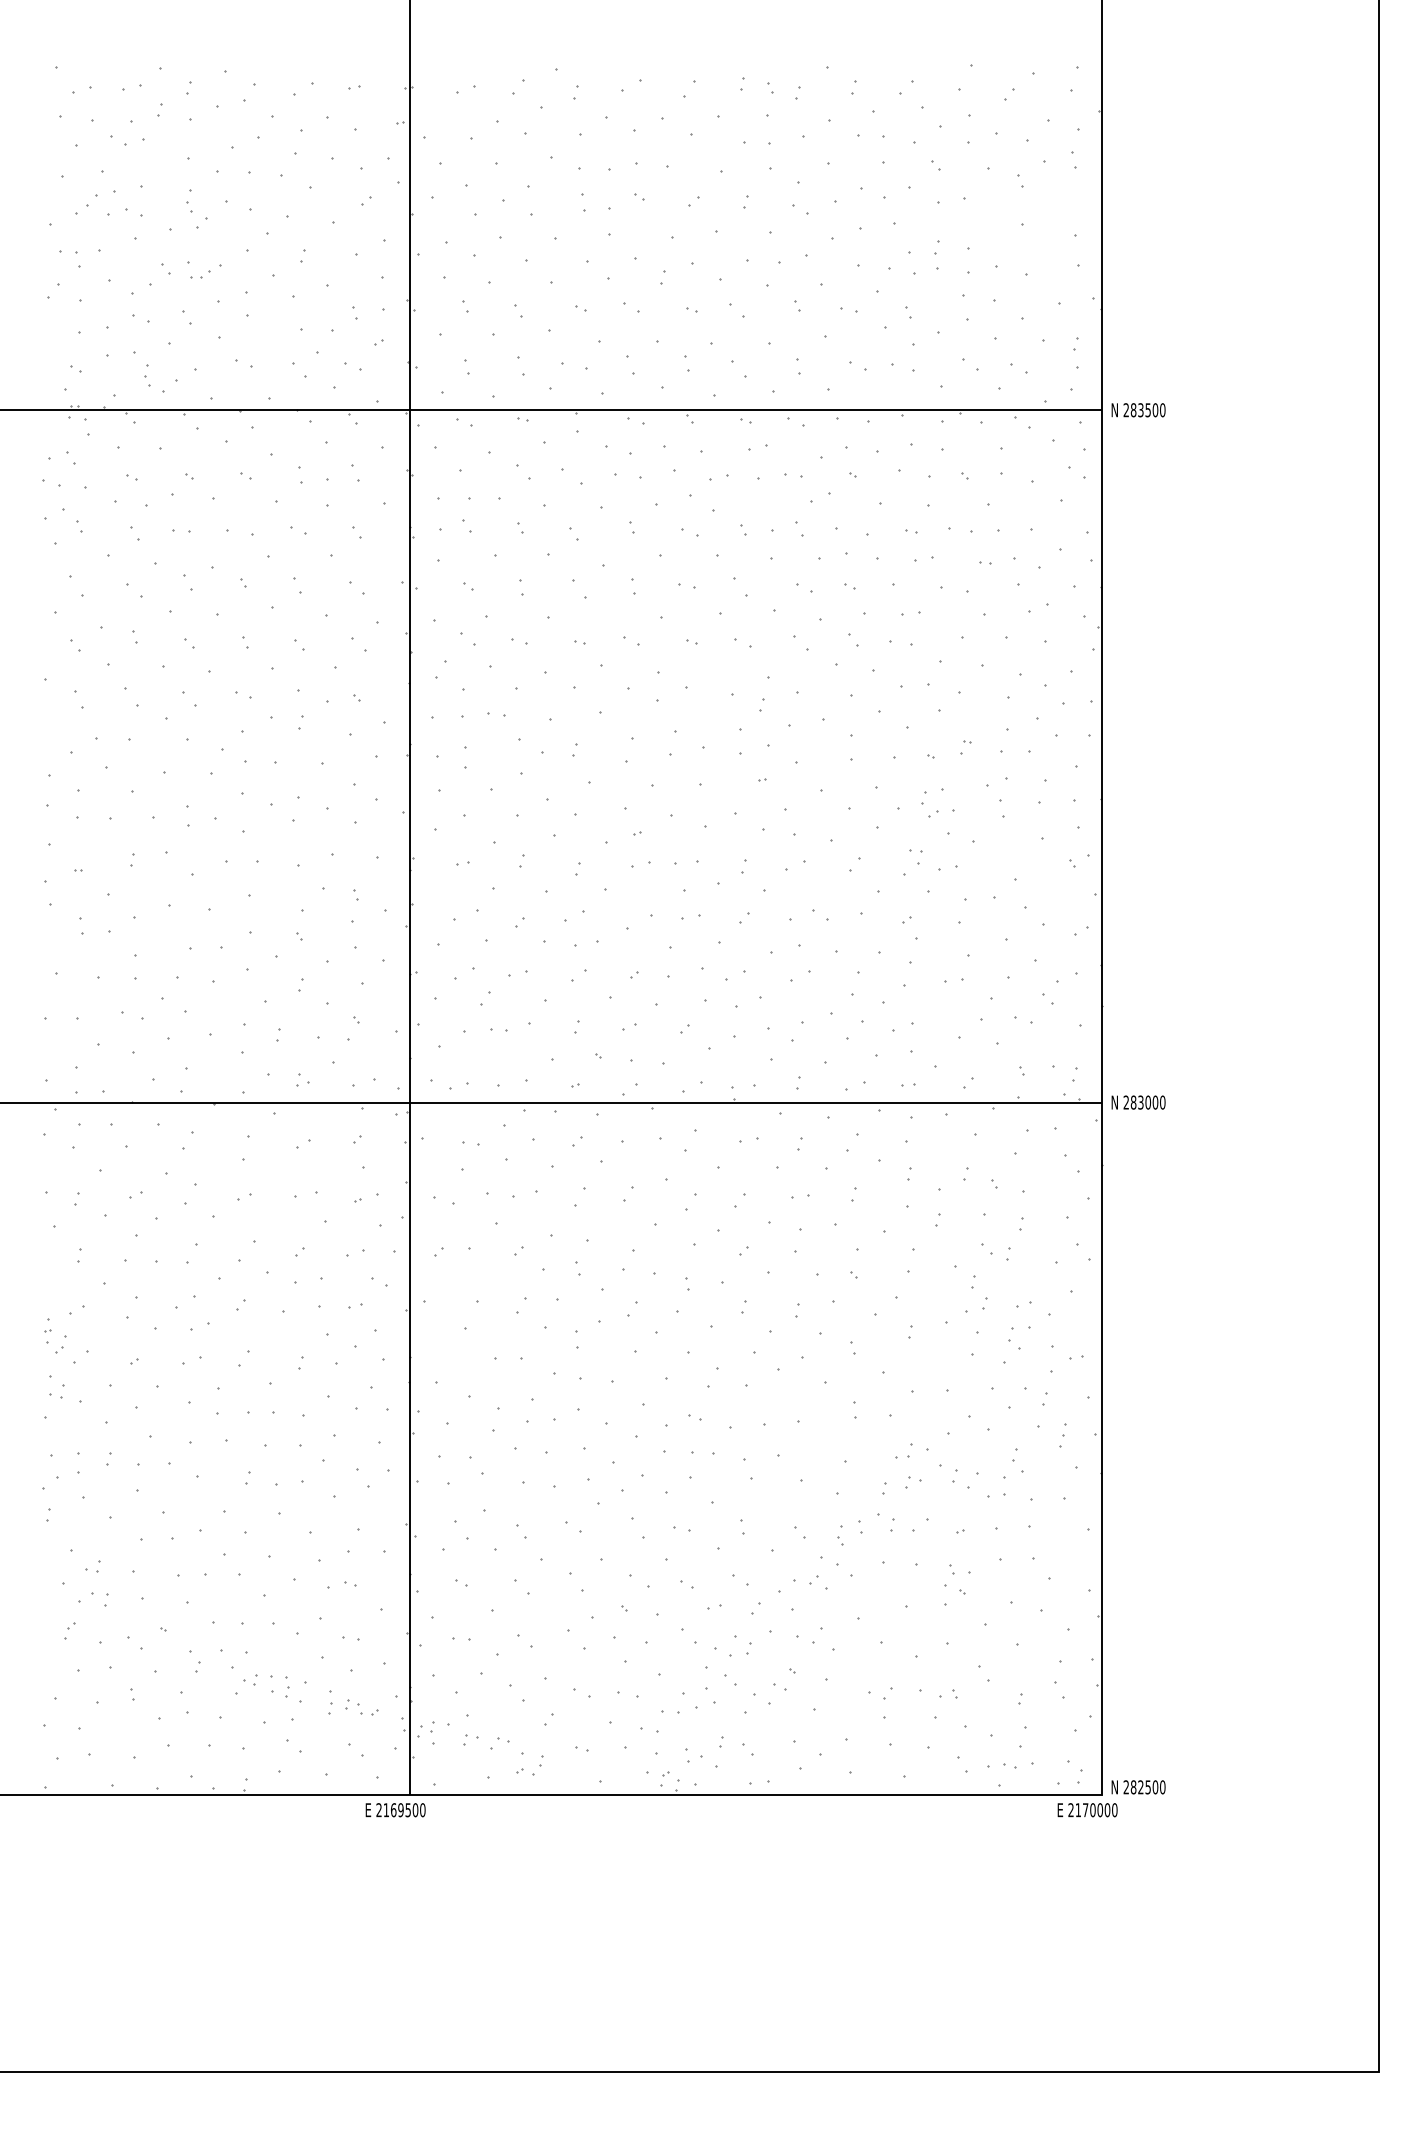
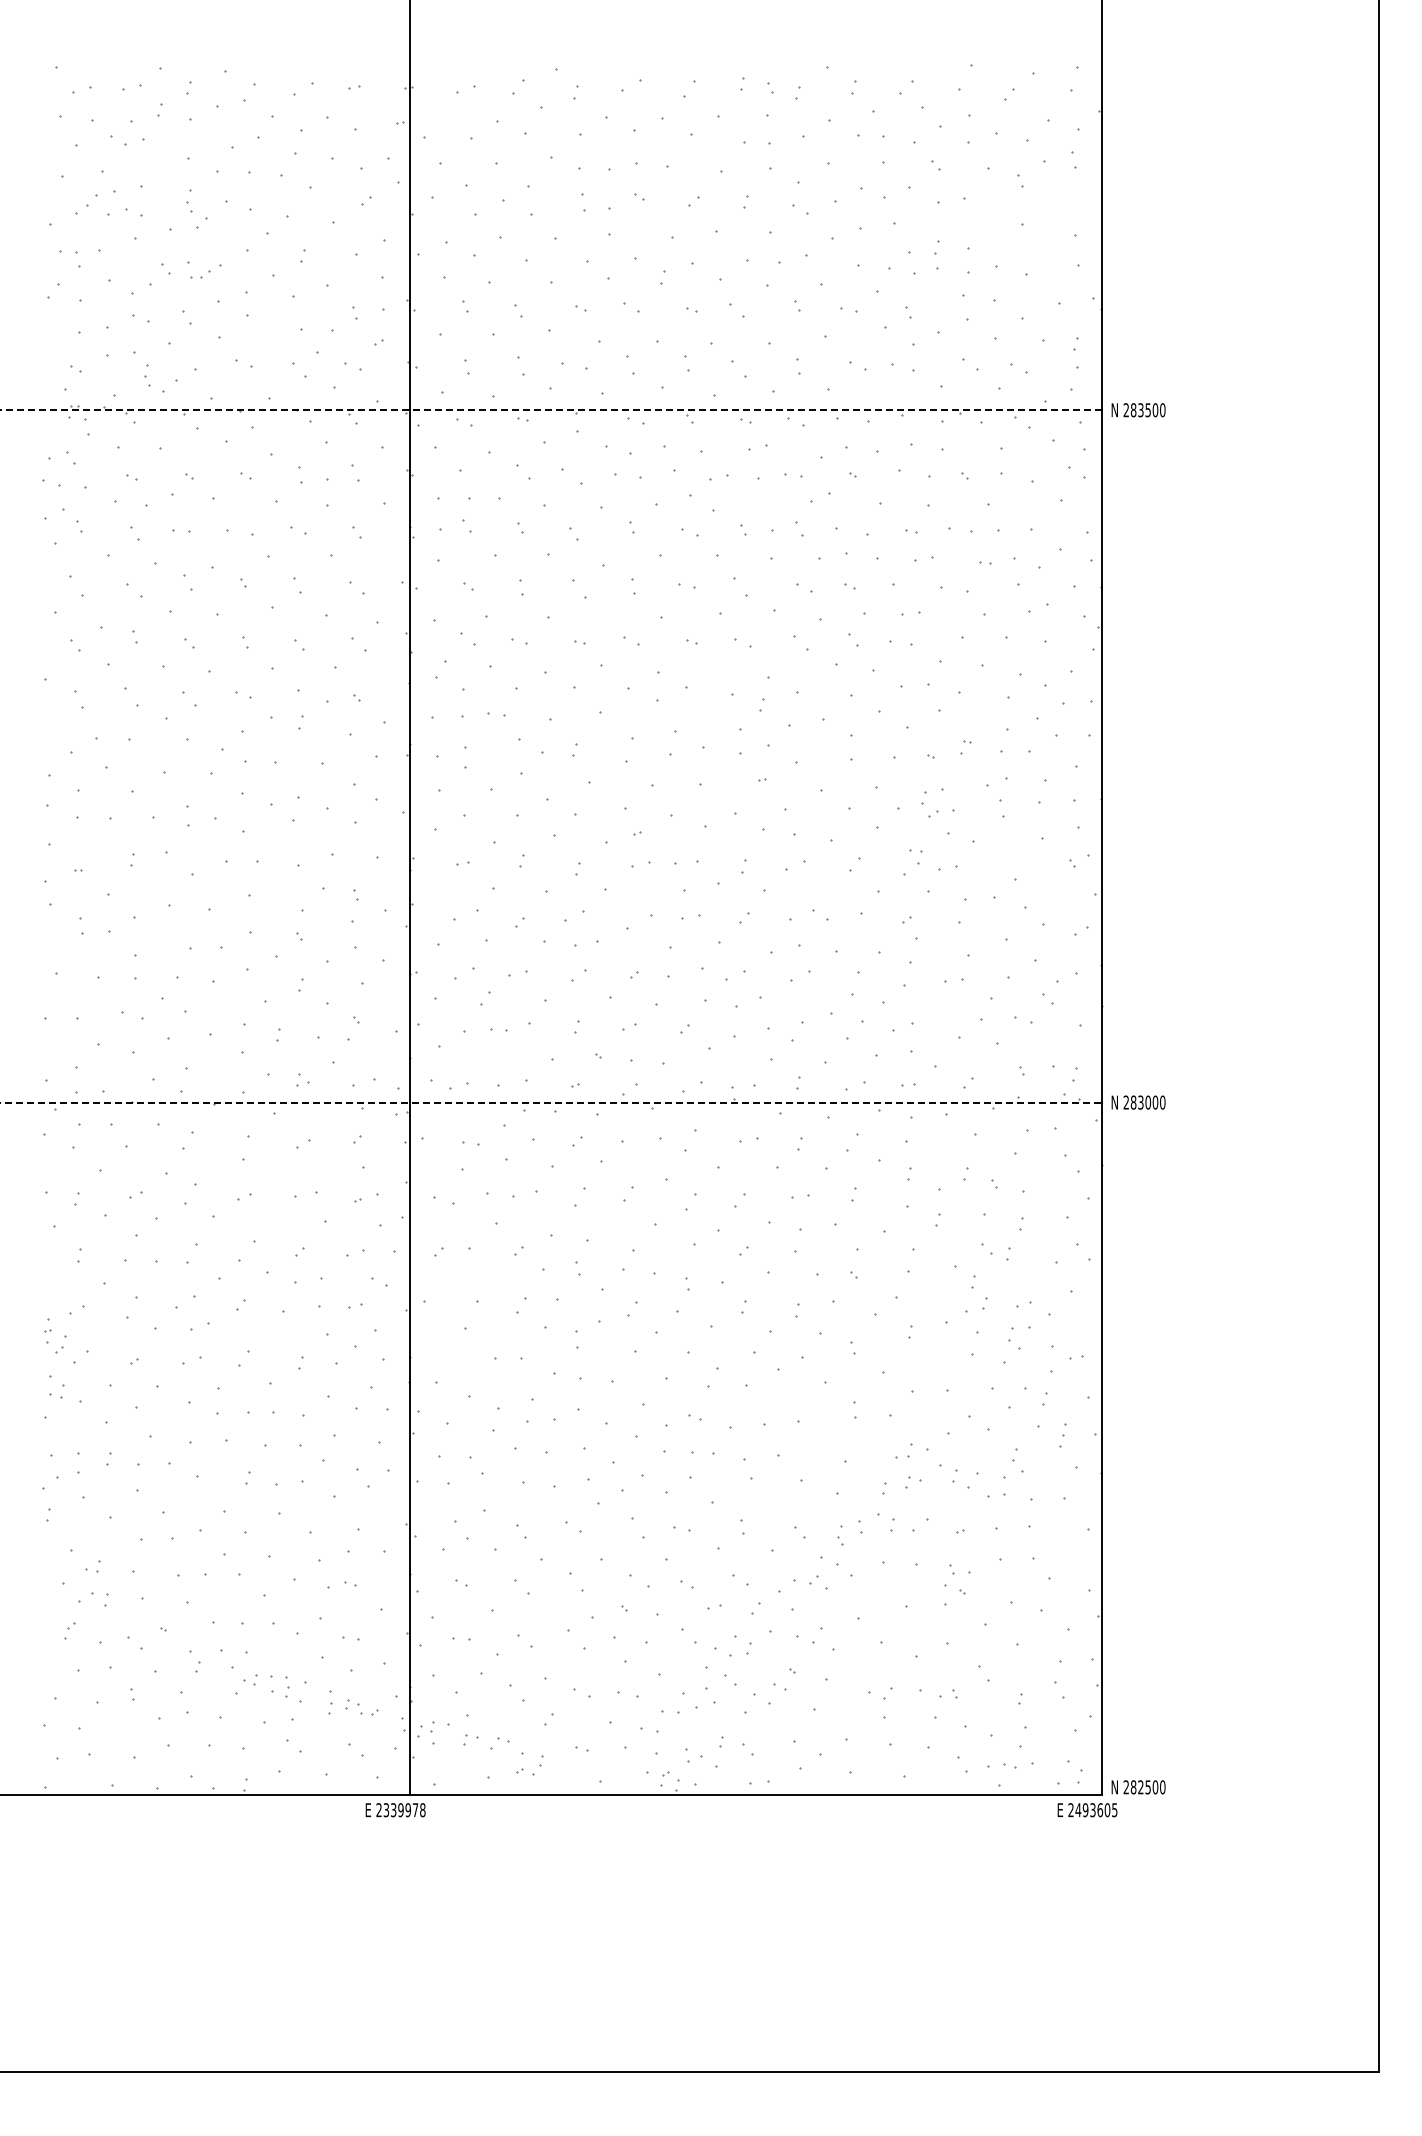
line at (551, 410): solid -> dashed
line at (551, 1102): solid -> dashed
text at (404, 1810): 2169500 -> 2339978
text at (1096, 1810): 2170000 -> 2493605
